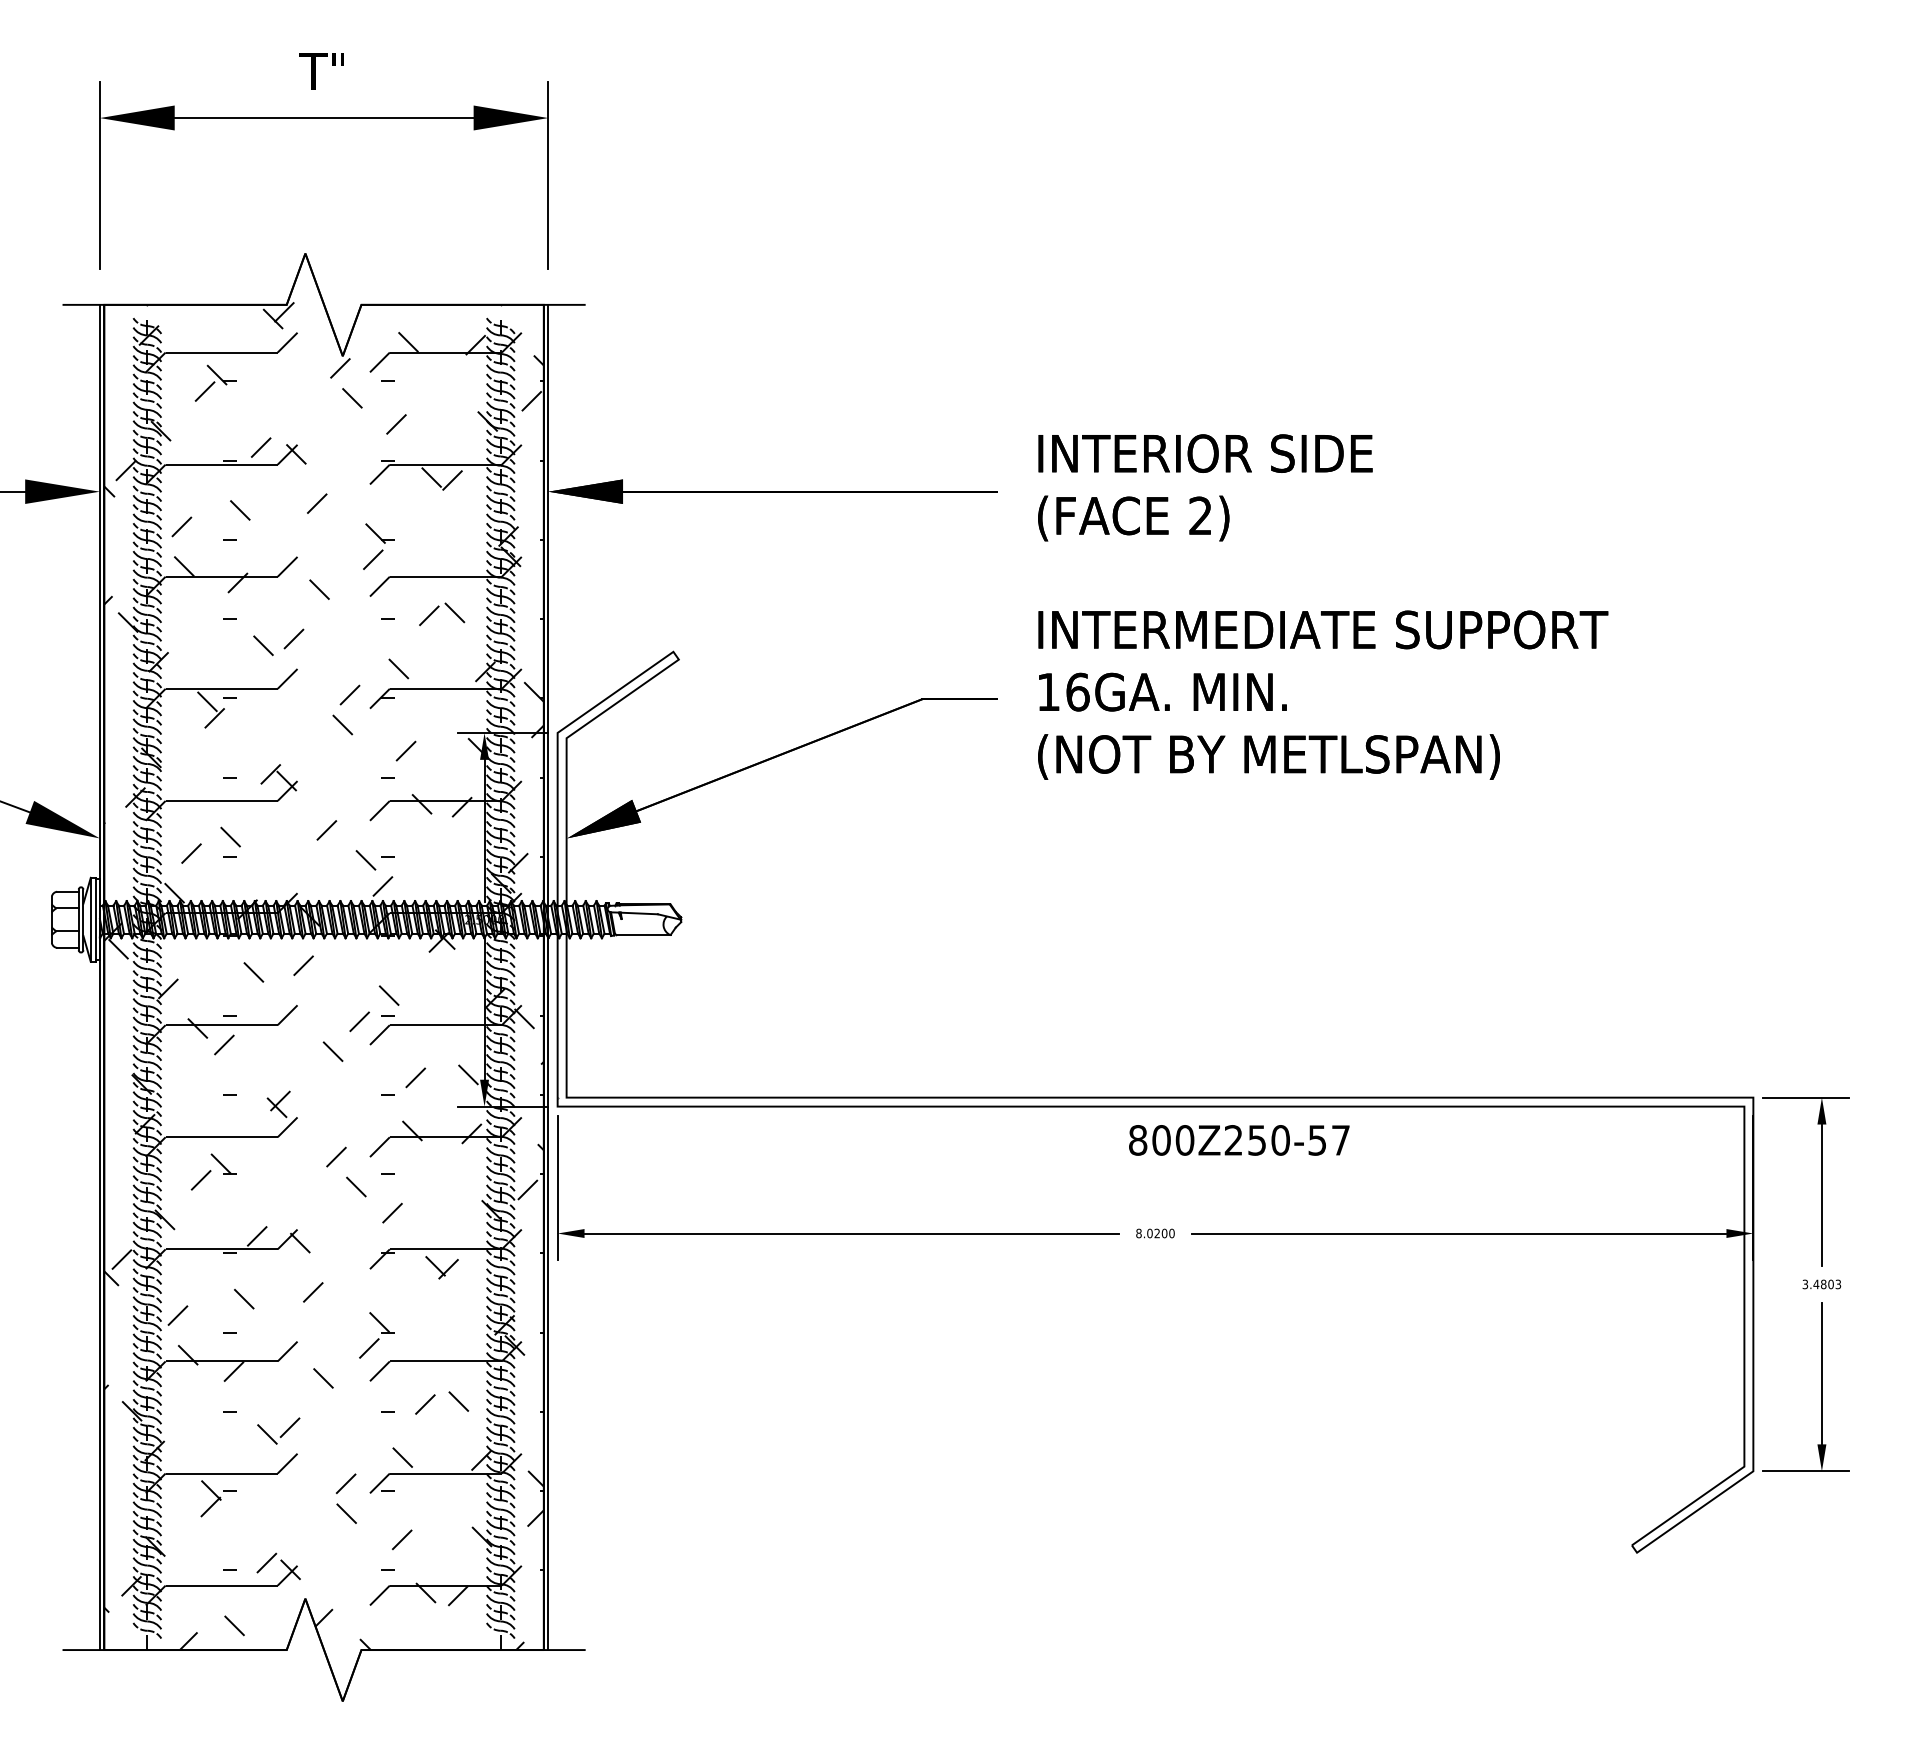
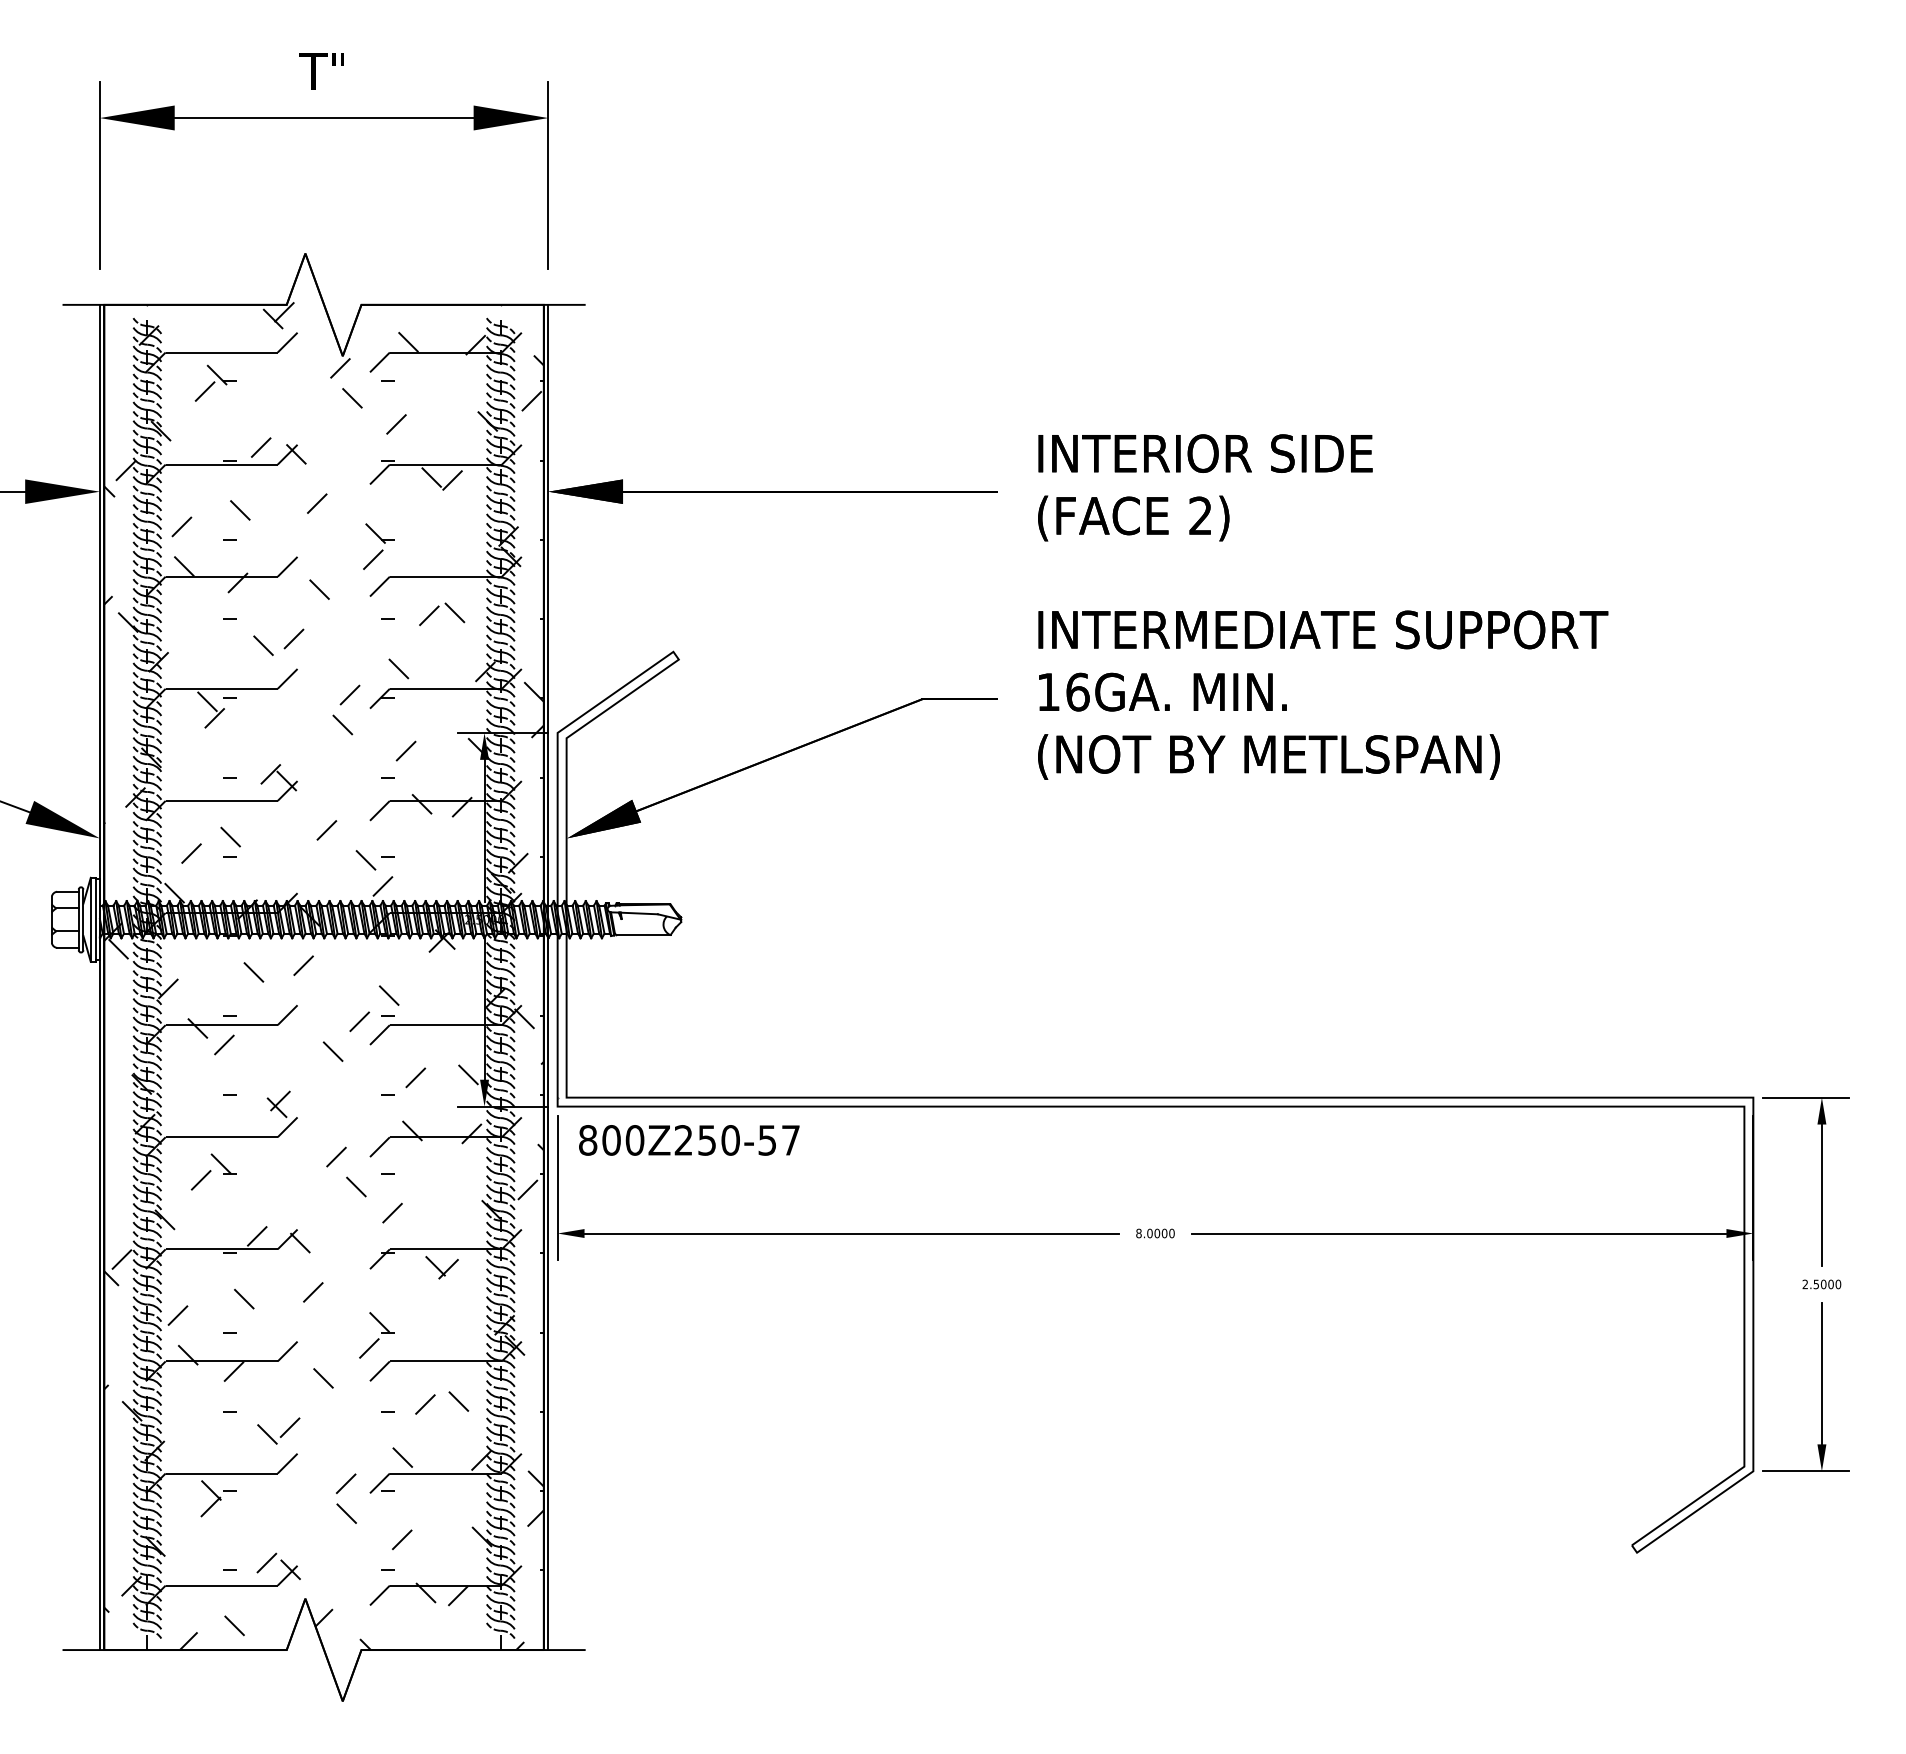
text at (1239, 1140) position: (1239, 1140) -> (689, 1140)
text at (1157, 1233): 8.0200 -> 8.0000
text at (1821, 1284): 3.4803 -> 2.5000
